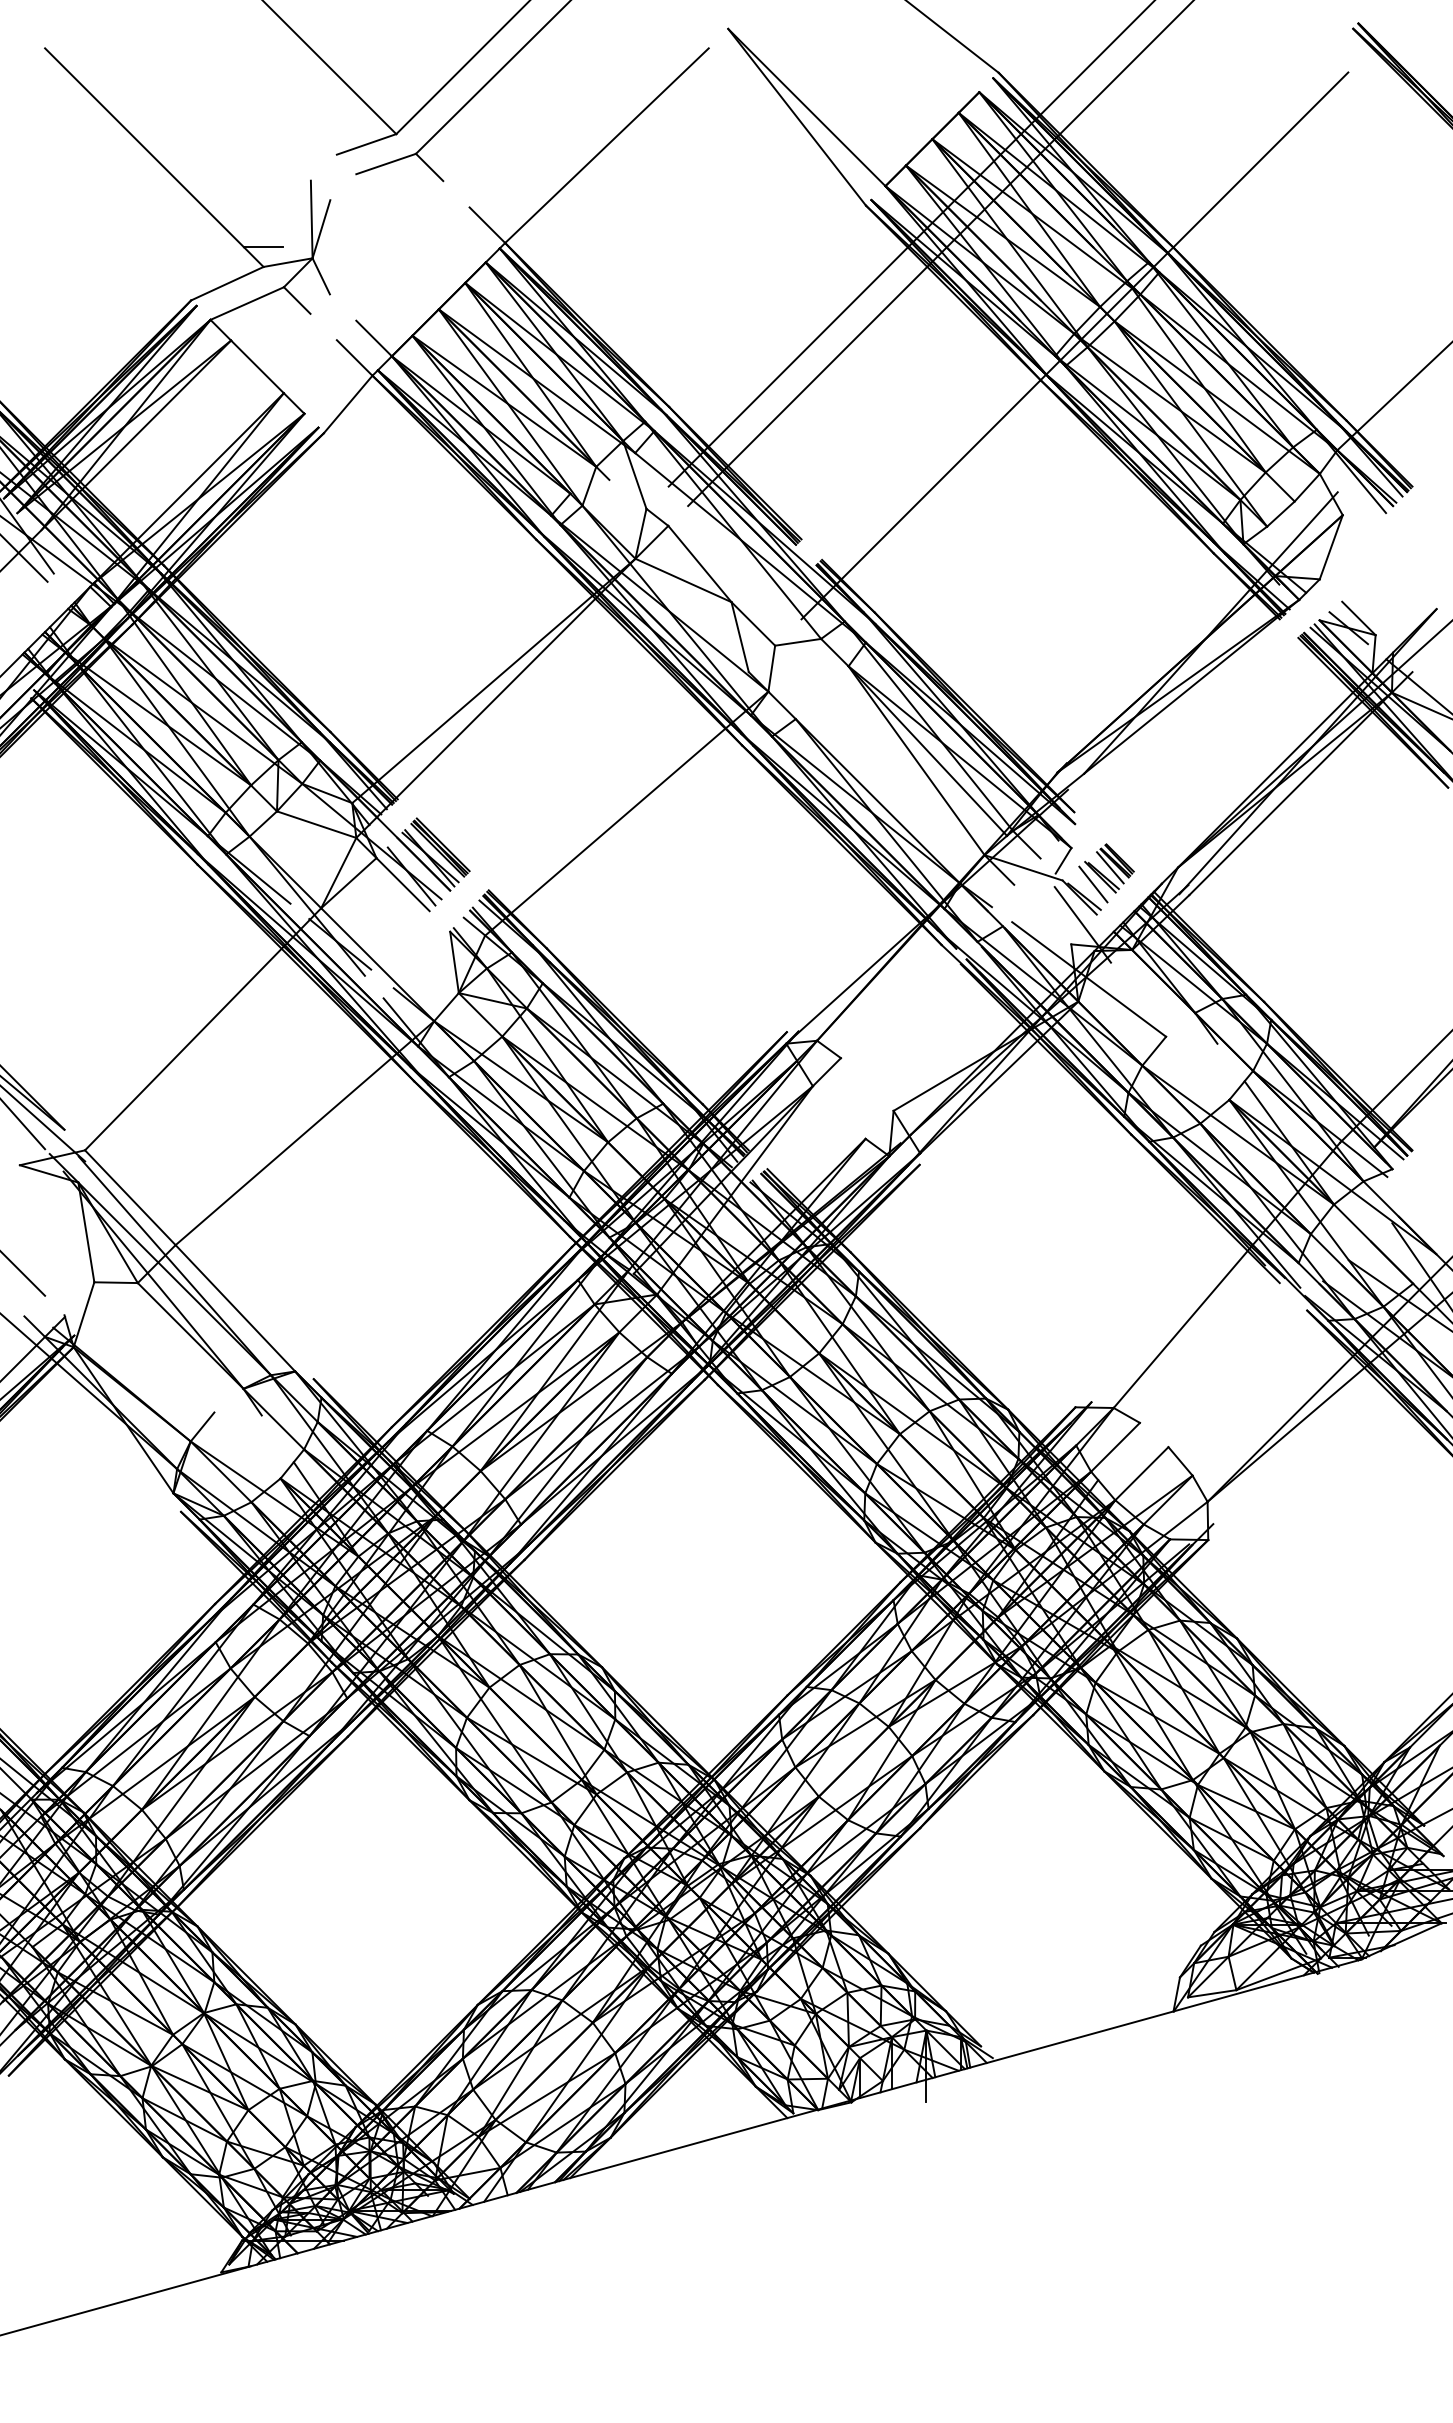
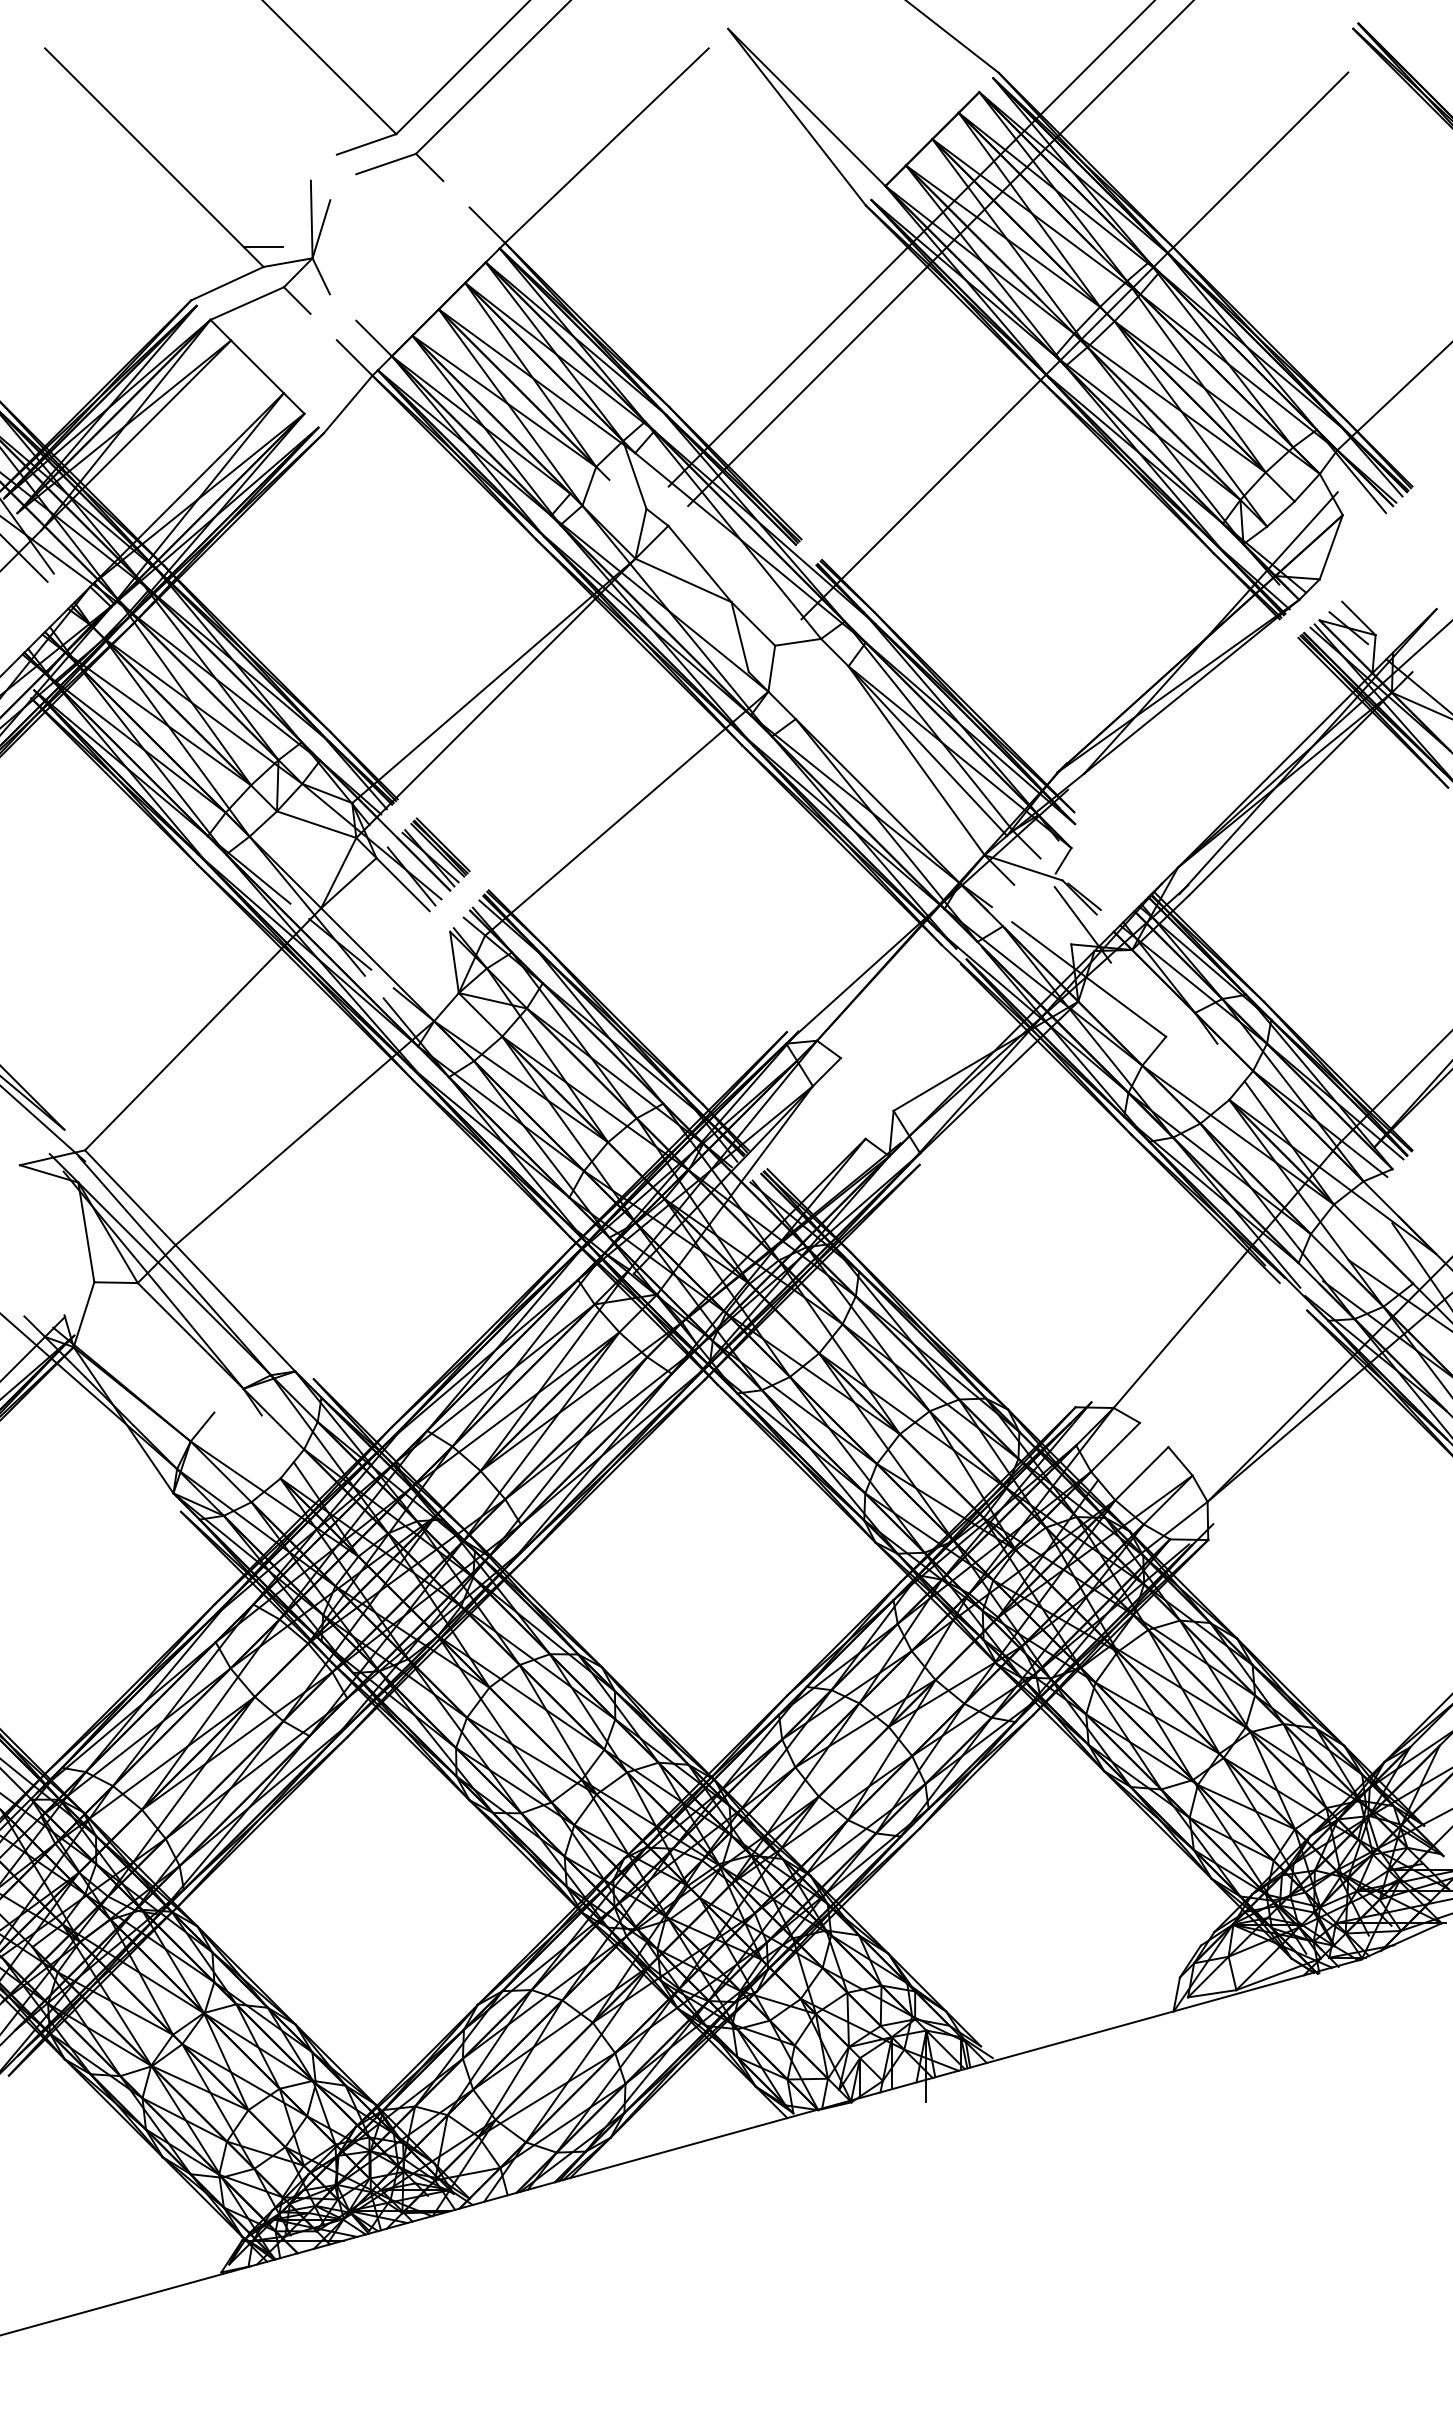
part at (1106, 873): present -> none
line at (23, 1125): present -> none
line at (23, 1274): present -> none
